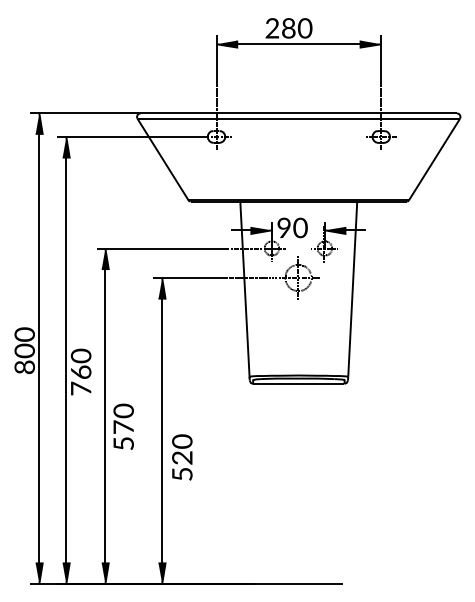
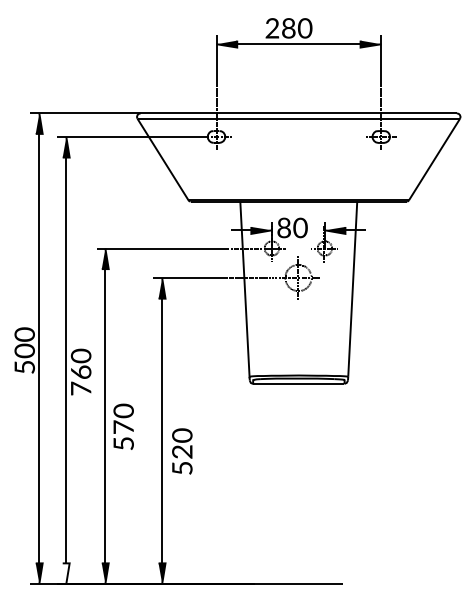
text at (283, 228): 90 -> 80
text at (24, 367): 800 -> 500
text at (182, 457) position: (182, 457) -> (182, 451)
fill at (65, 573): present -> none
